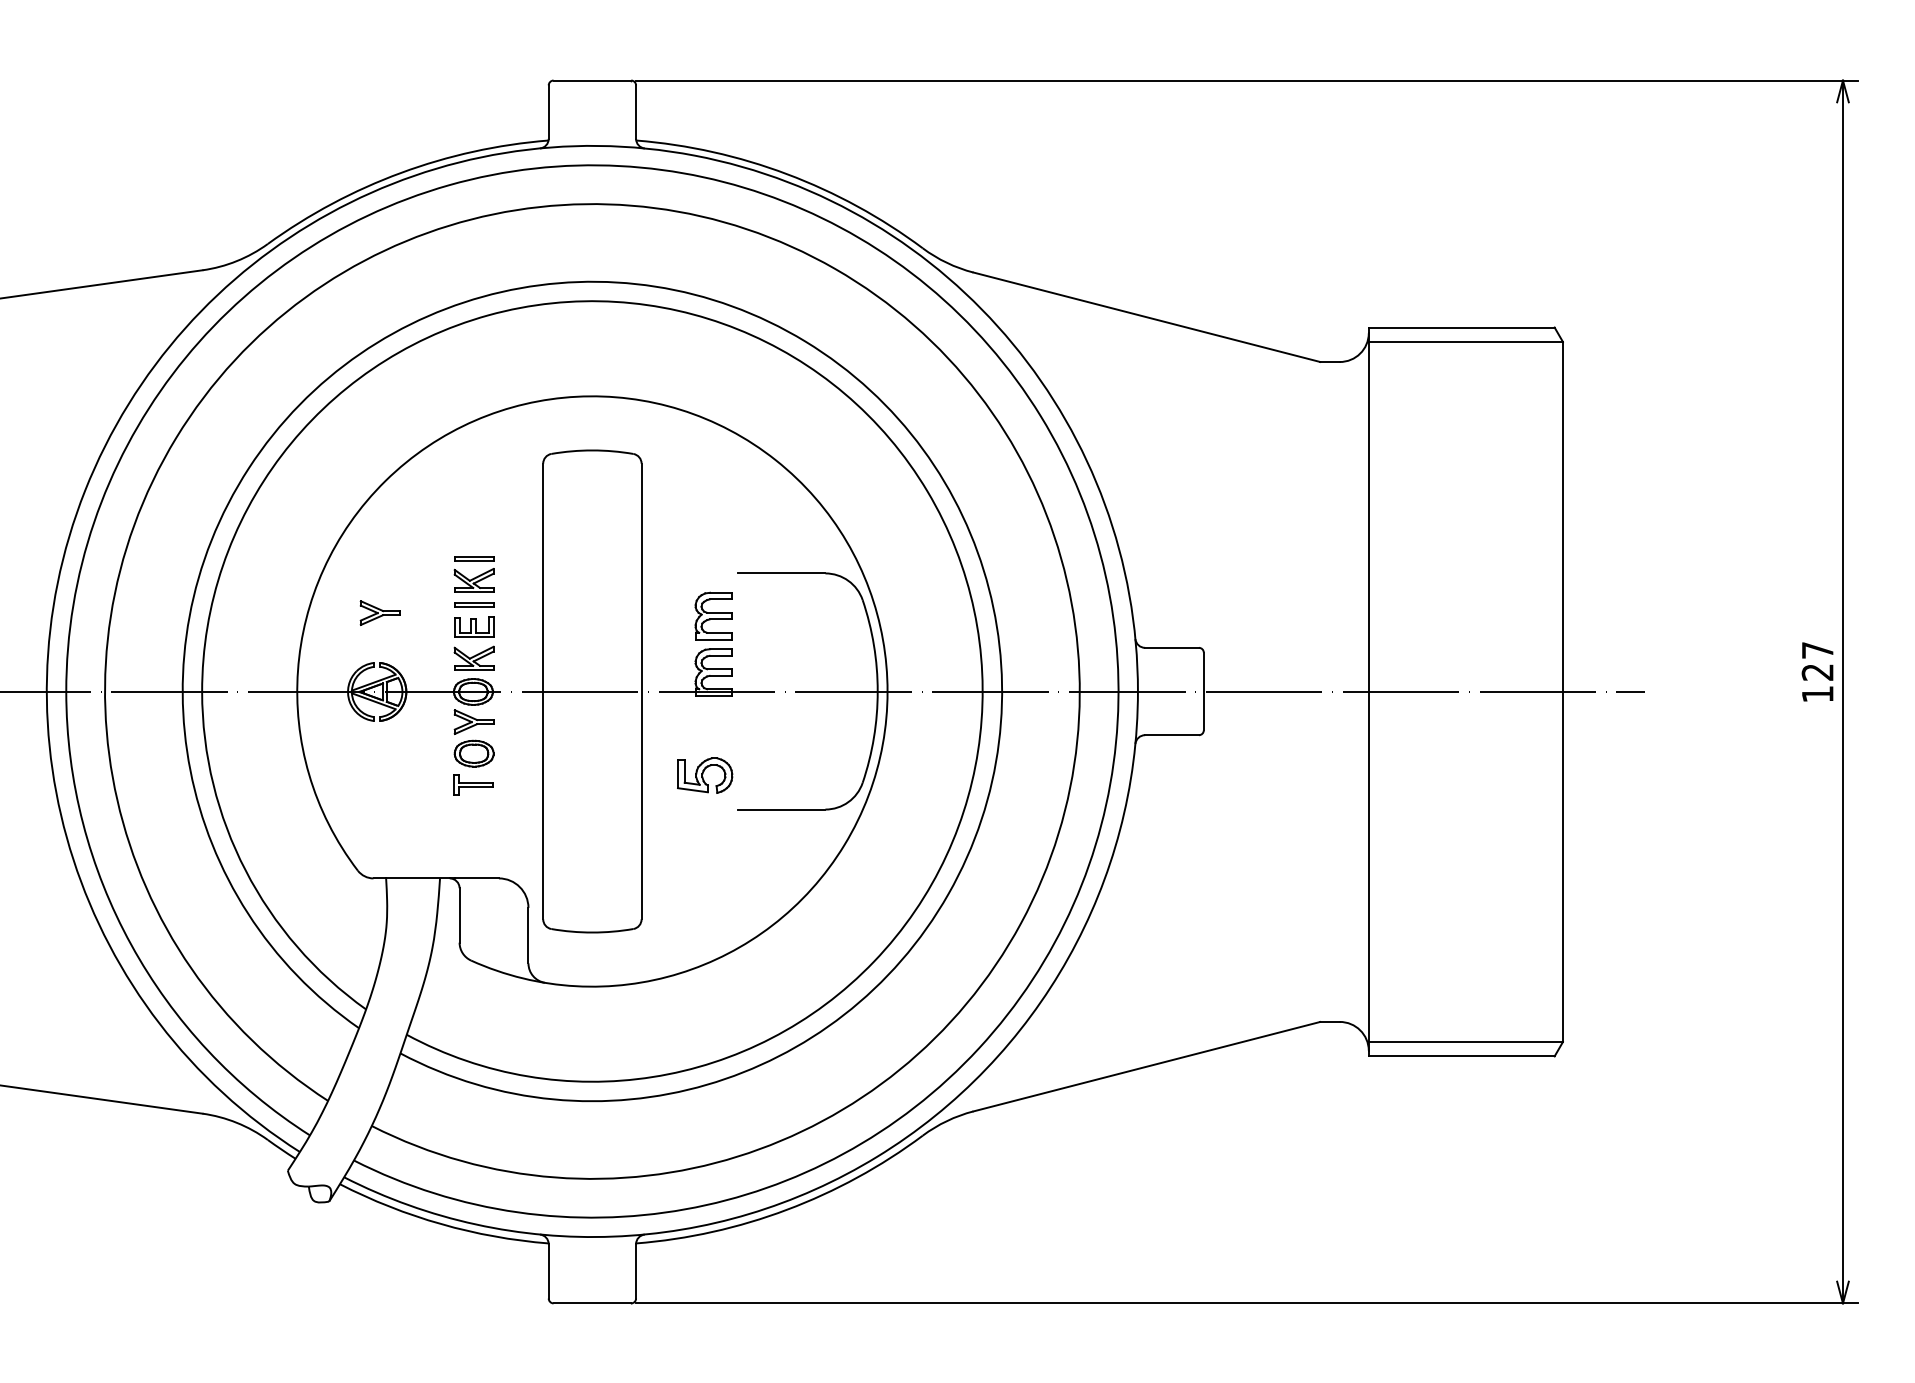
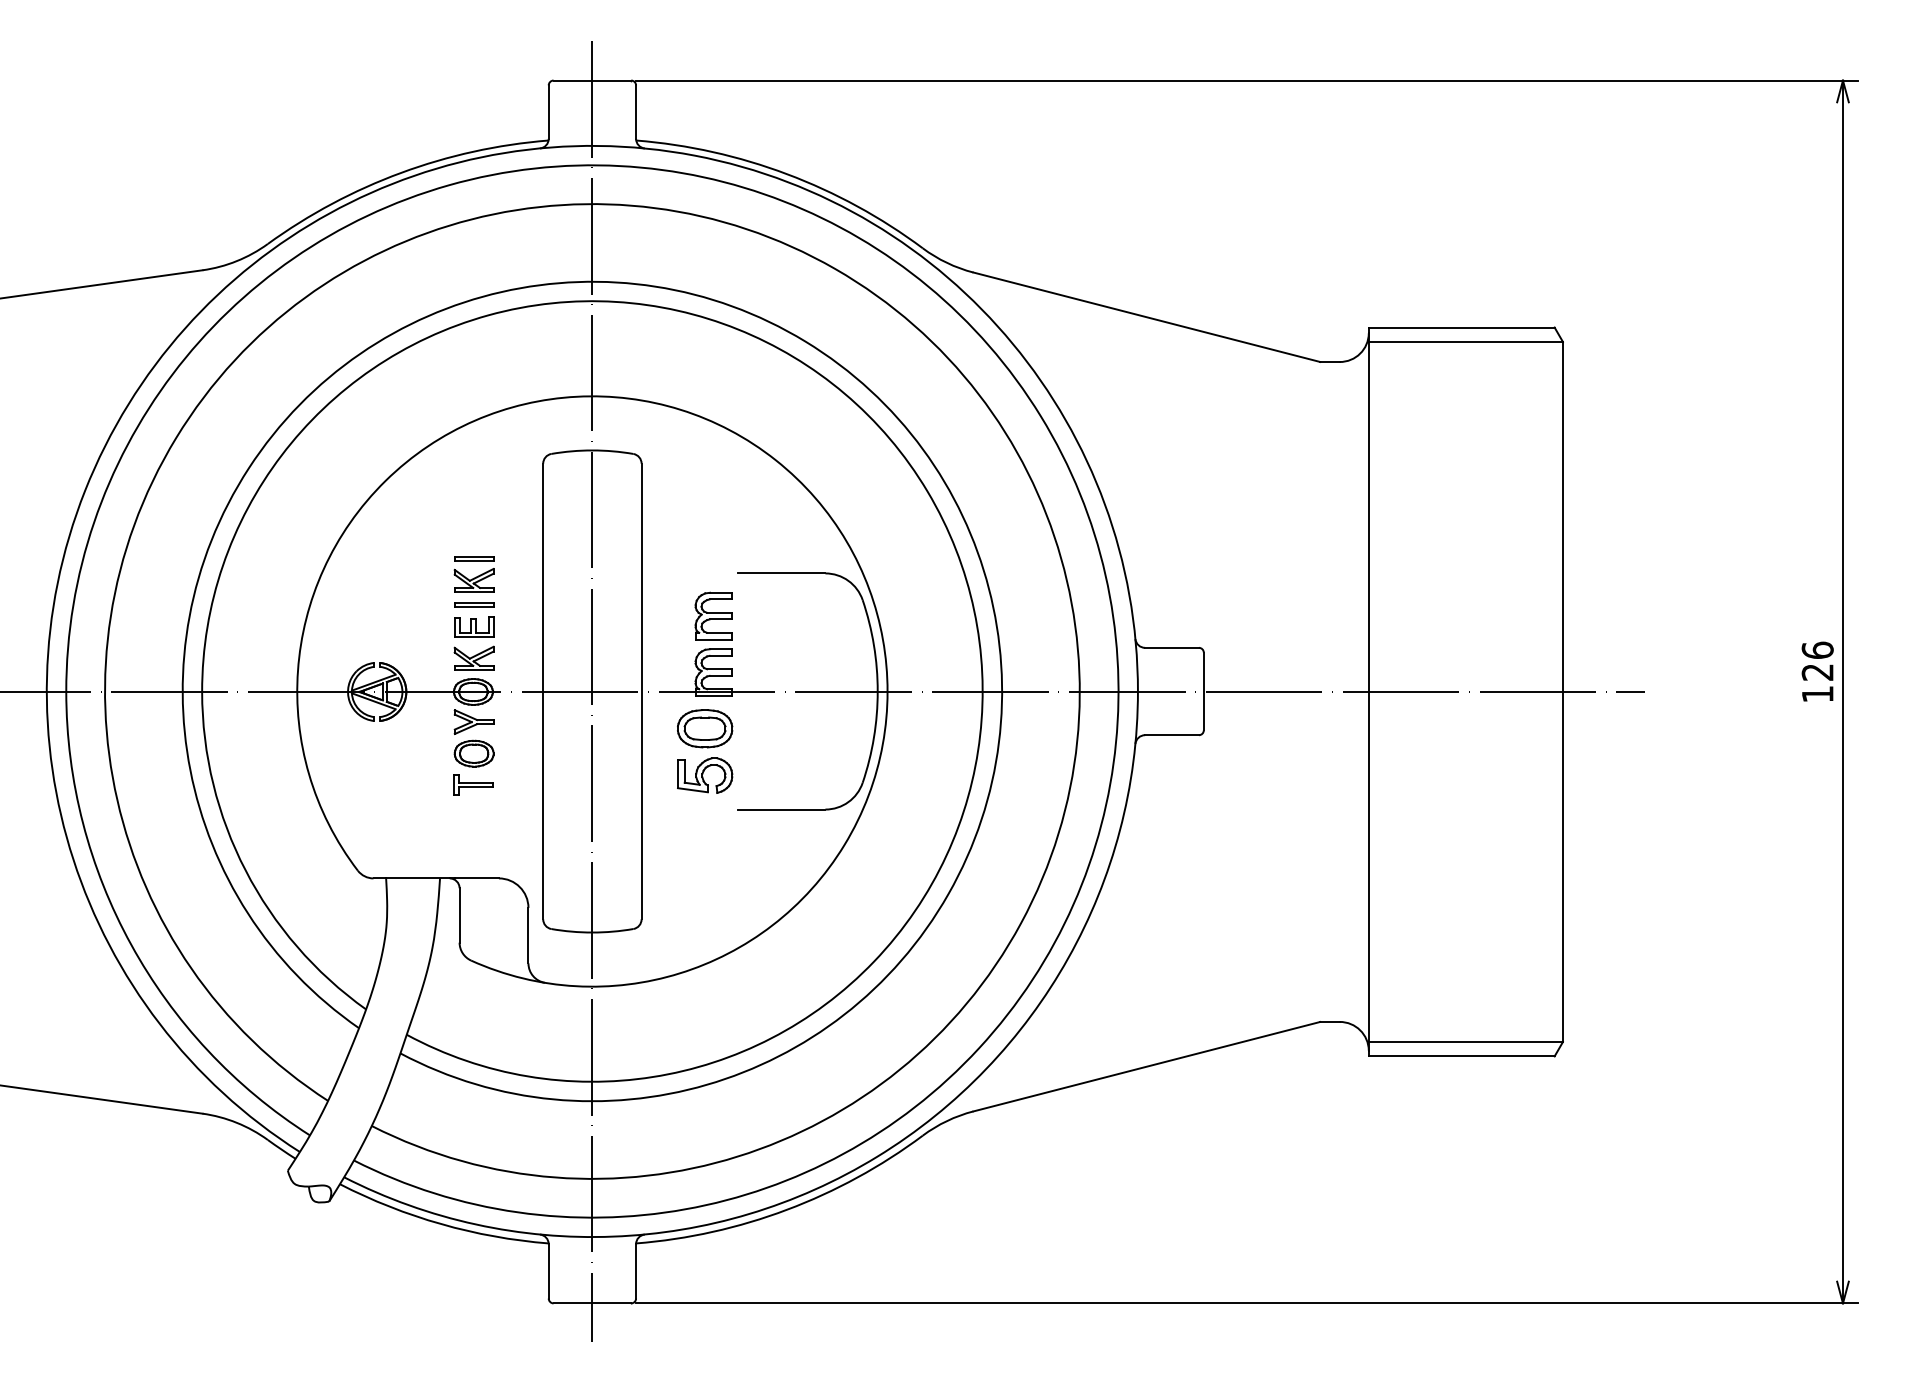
part at (379, 612): present -> none
text at (1817, 649): 127 -> 126
line at (592, 691): none -> present
part at (705, 728): none -> present
